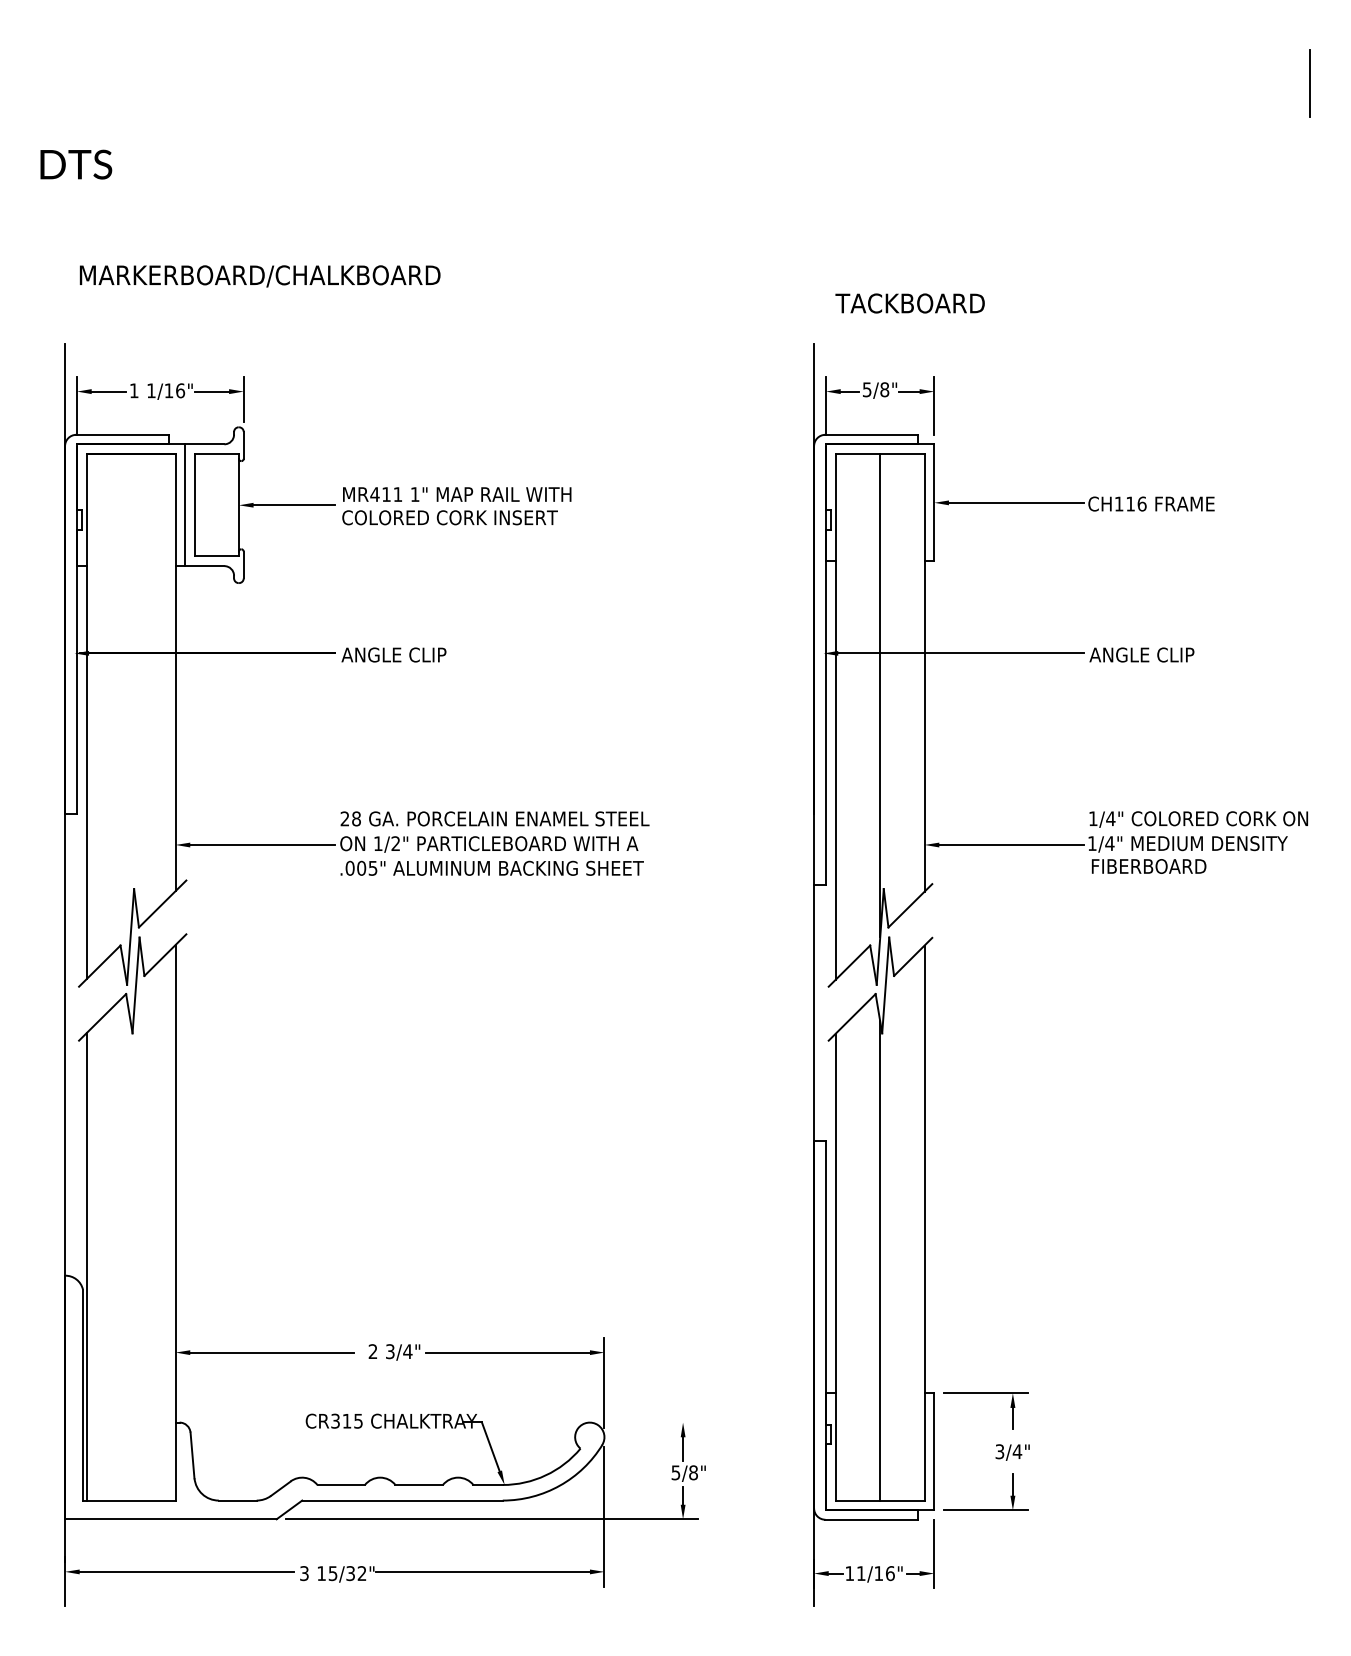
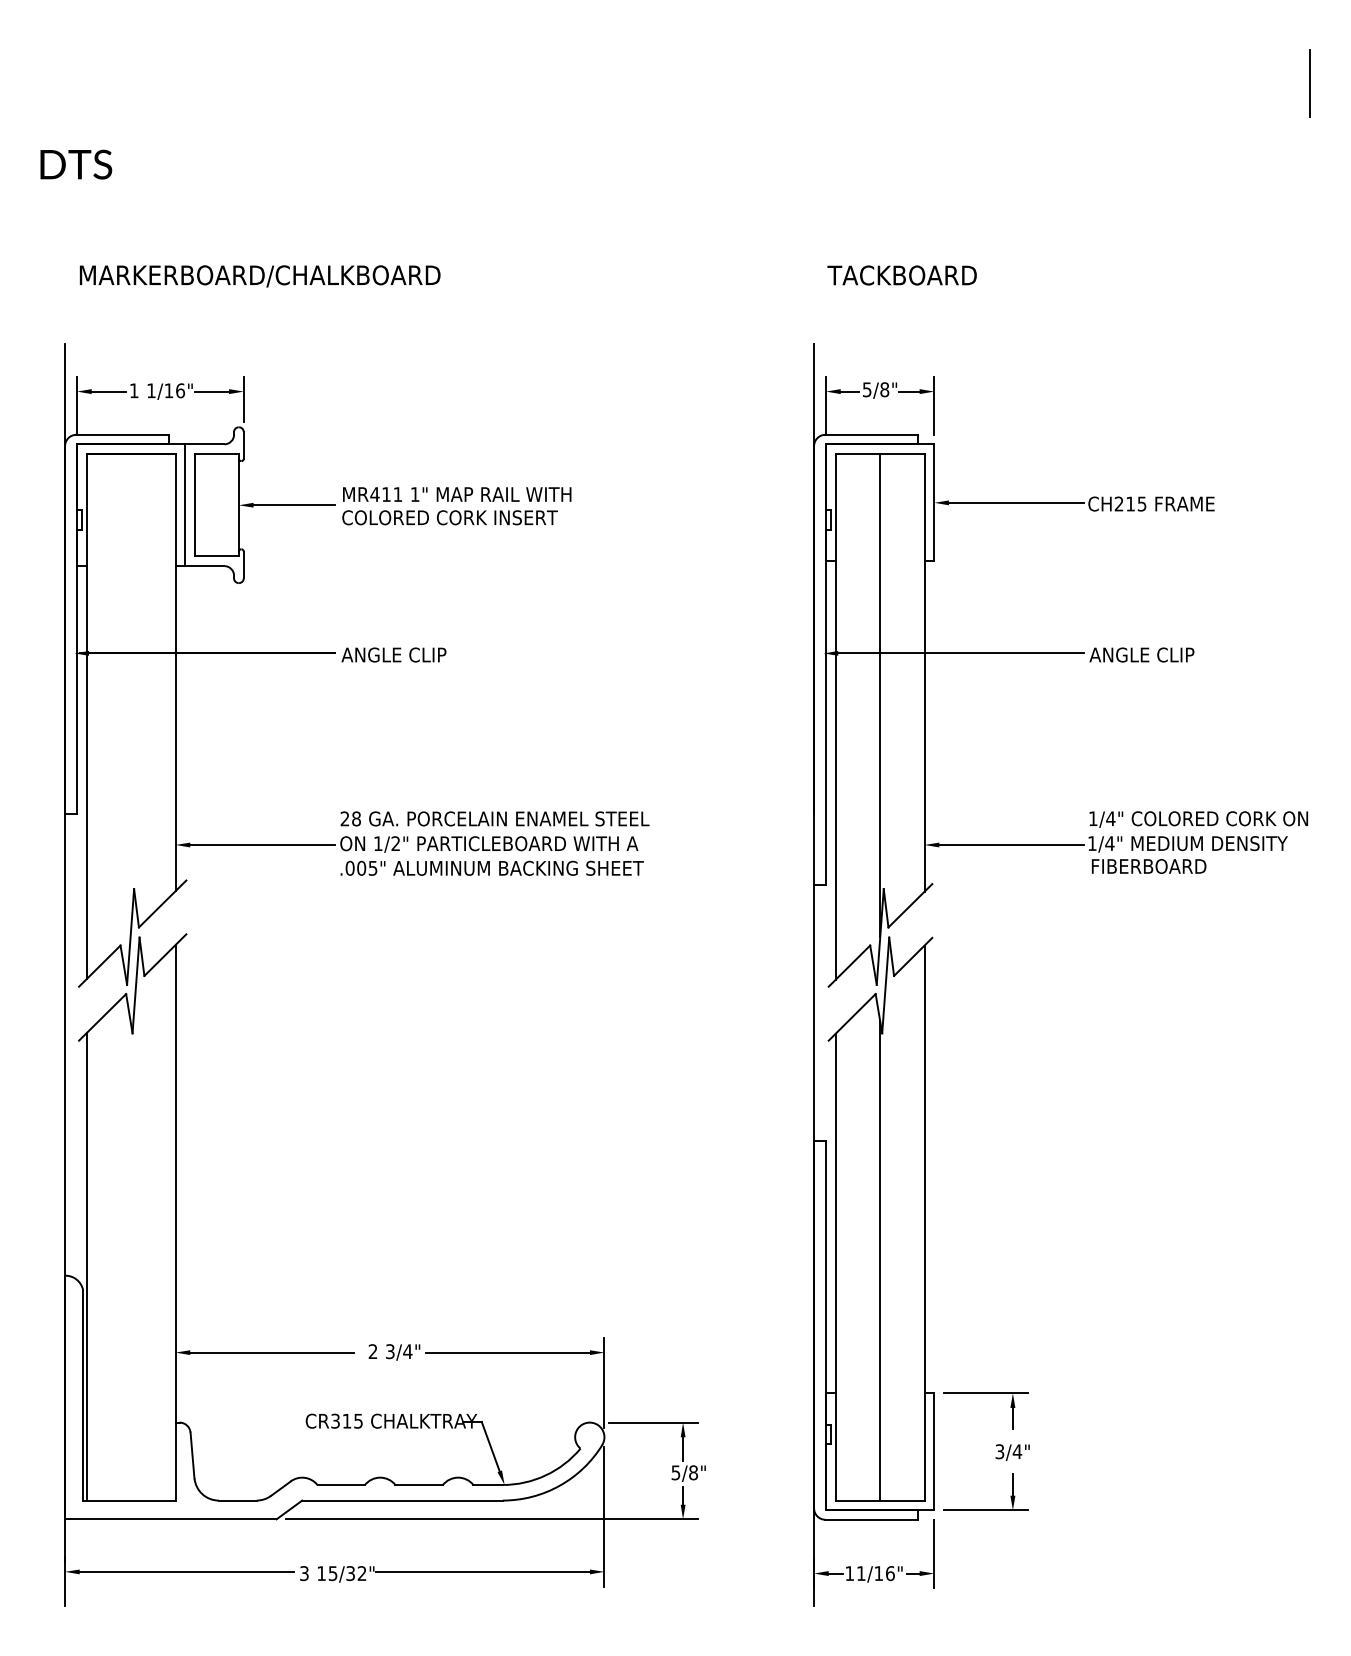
text at (909, 303) position: (909, 303) -> (901, 275)
text at (1130, 503): CH116 -> CH215
line at (652, 1422): none -> present
